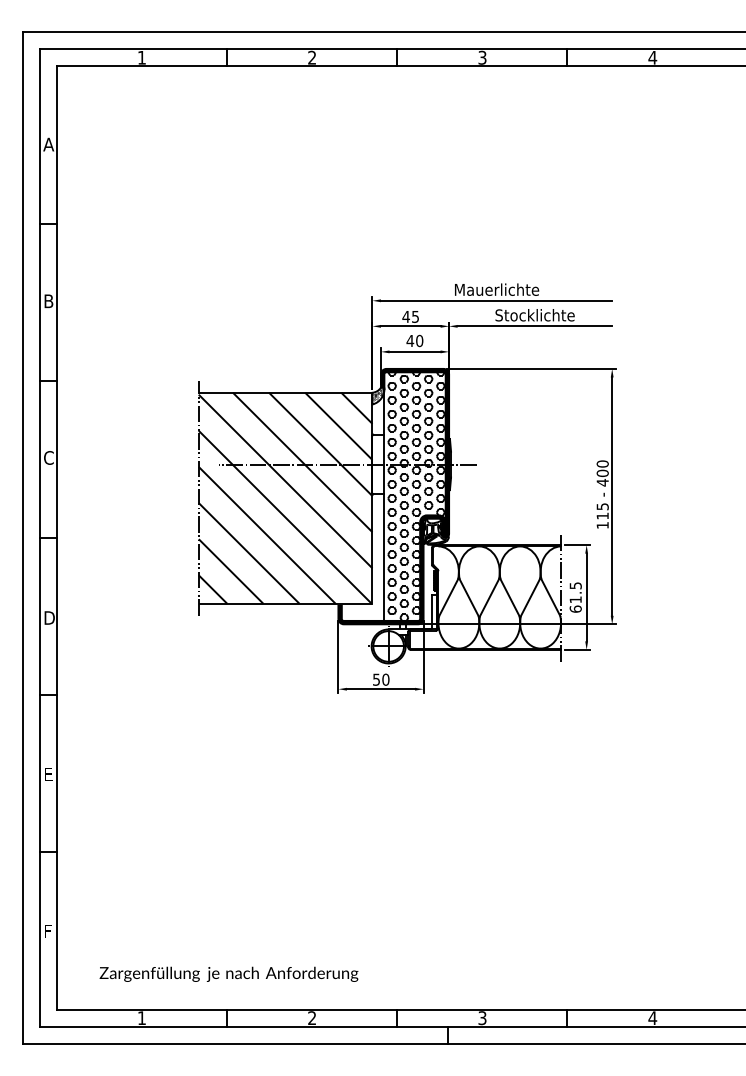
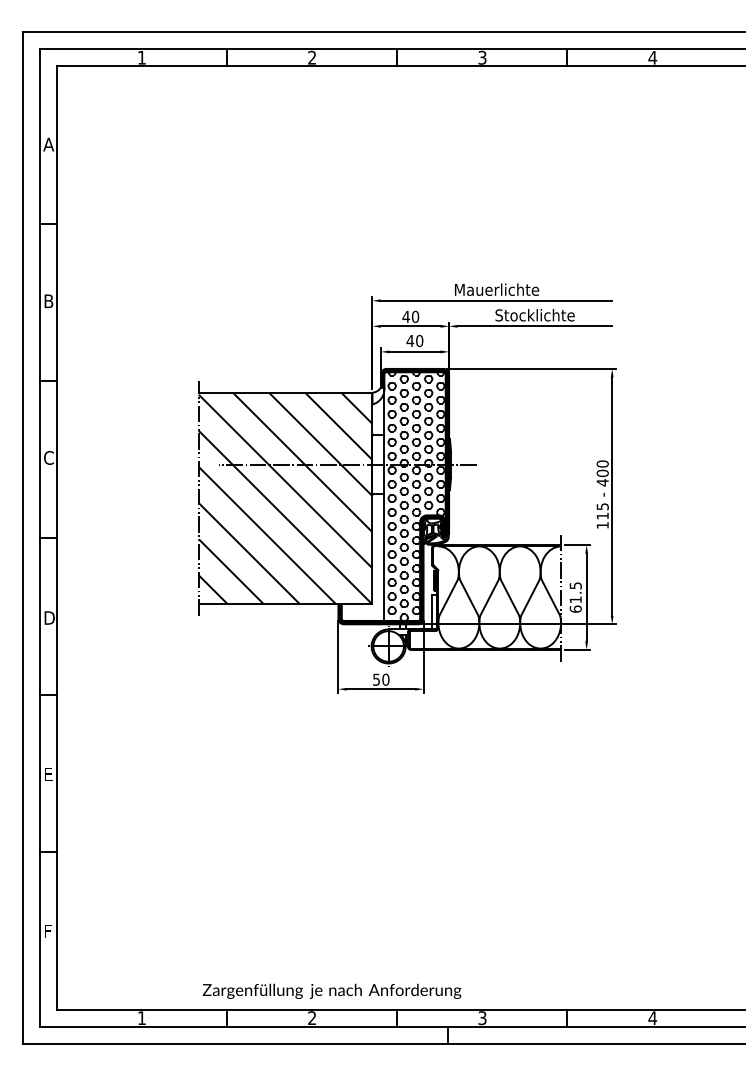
text at (415, 316): 45 -> 40
hatch at (377, 393): present -> none
text at (228, 973) position: (228, 973) -> (331, 990)
